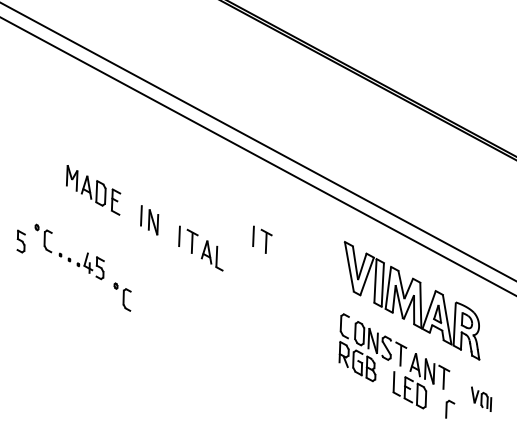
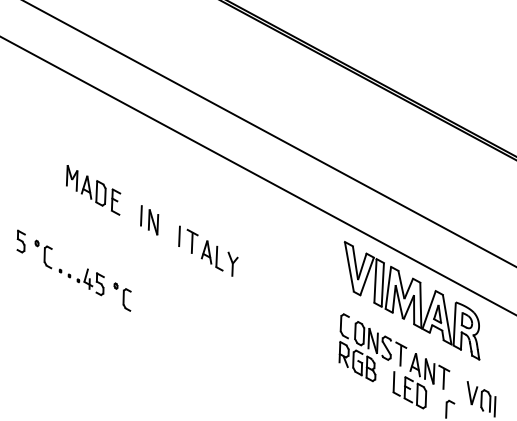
line at (257, 141) position: (257, 141) -> (269, 133)
line at (257, 156) position: (257, 156) -> (257, 175)
part at (262, 239): present -> none
part at (69, 251) position: (69, 251) -> (69, 267)
part at (232, 263): none -> present
part at (481, 398) size: 22x26 px -> 31x37 px
